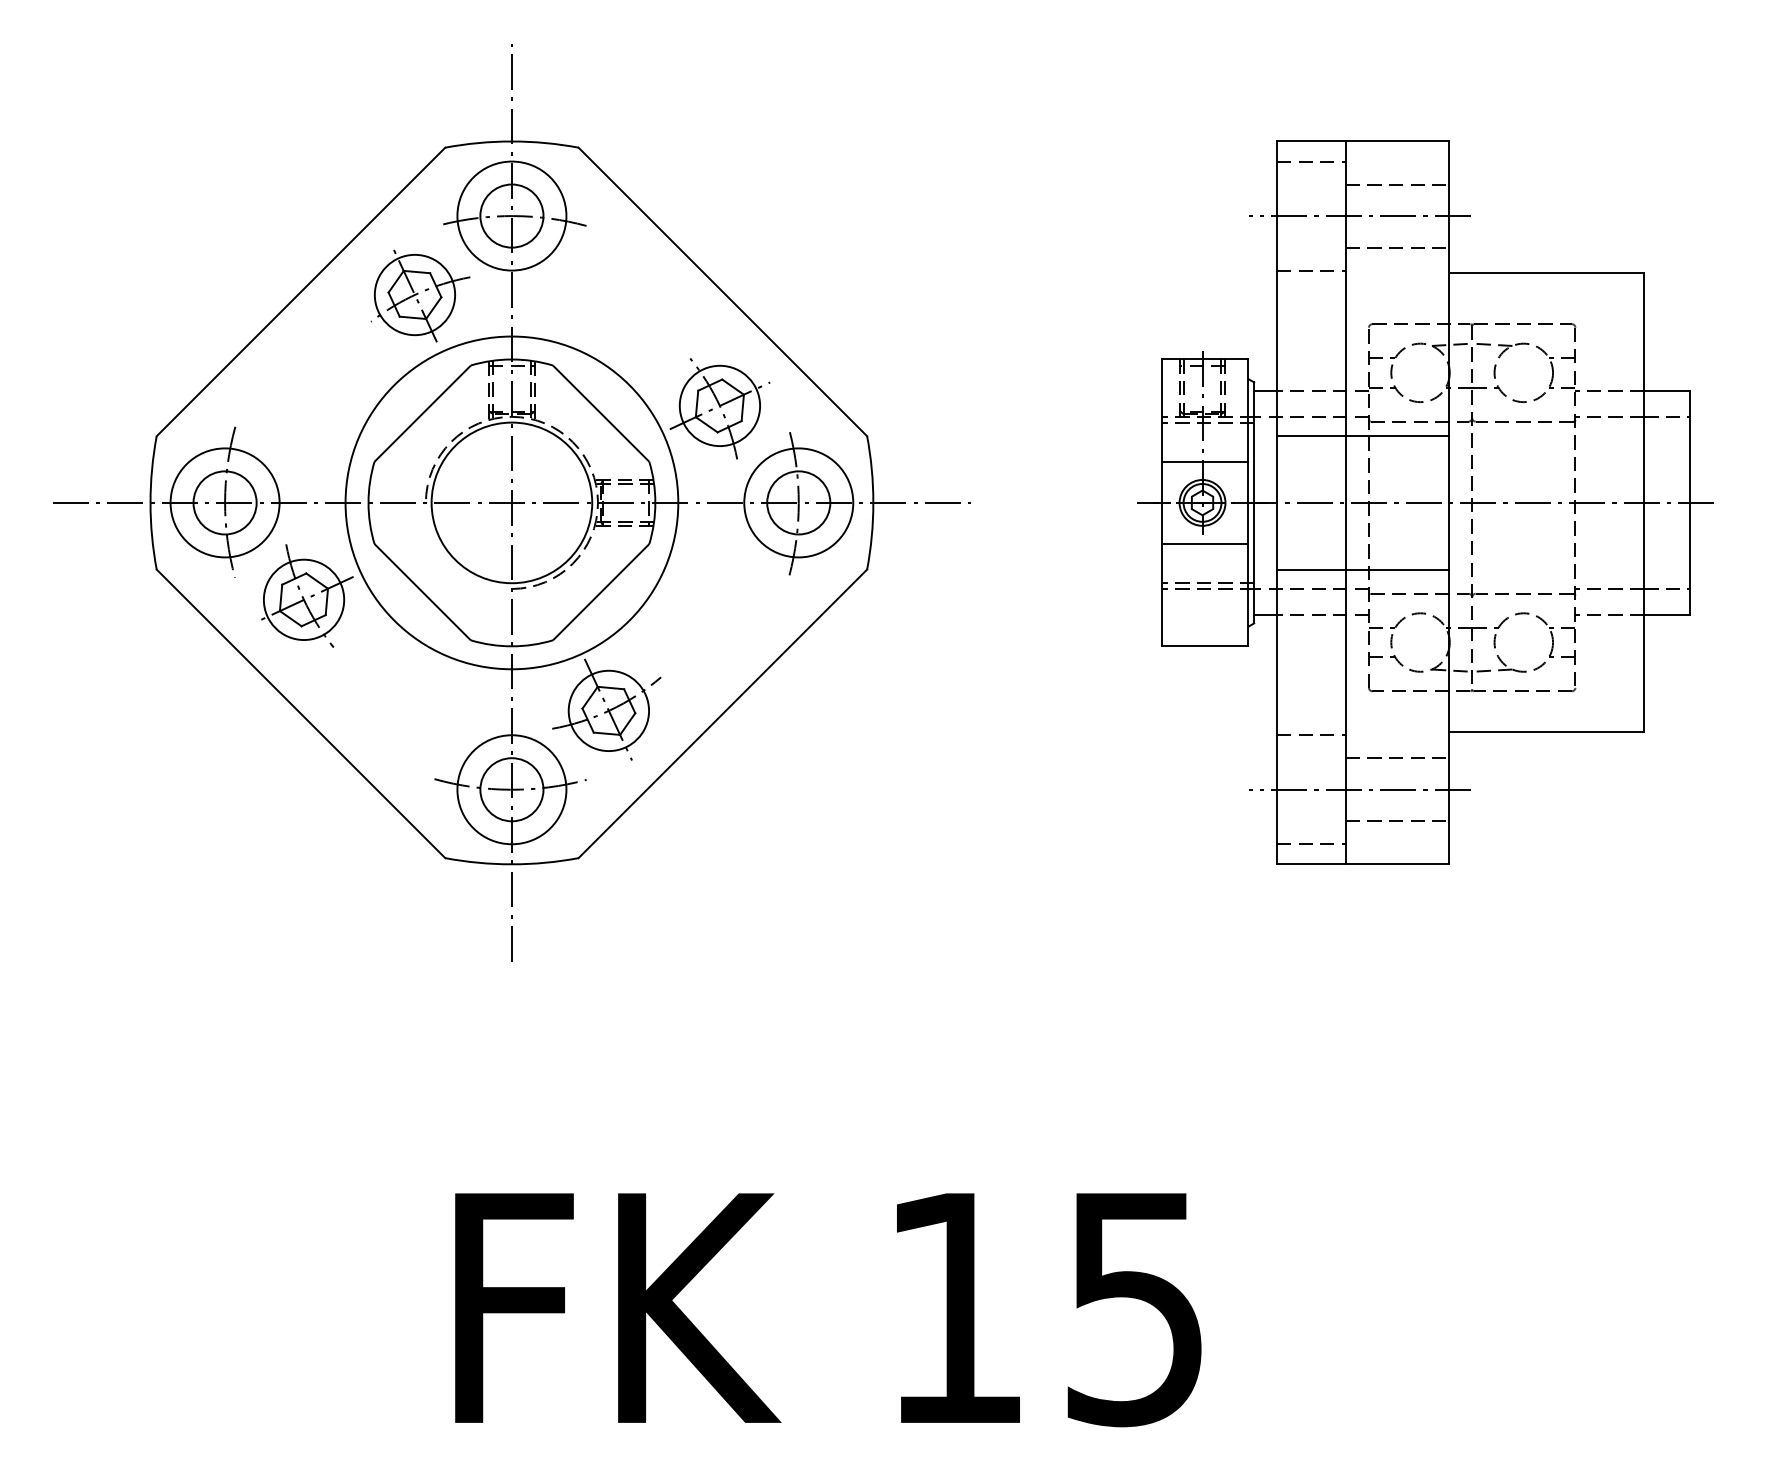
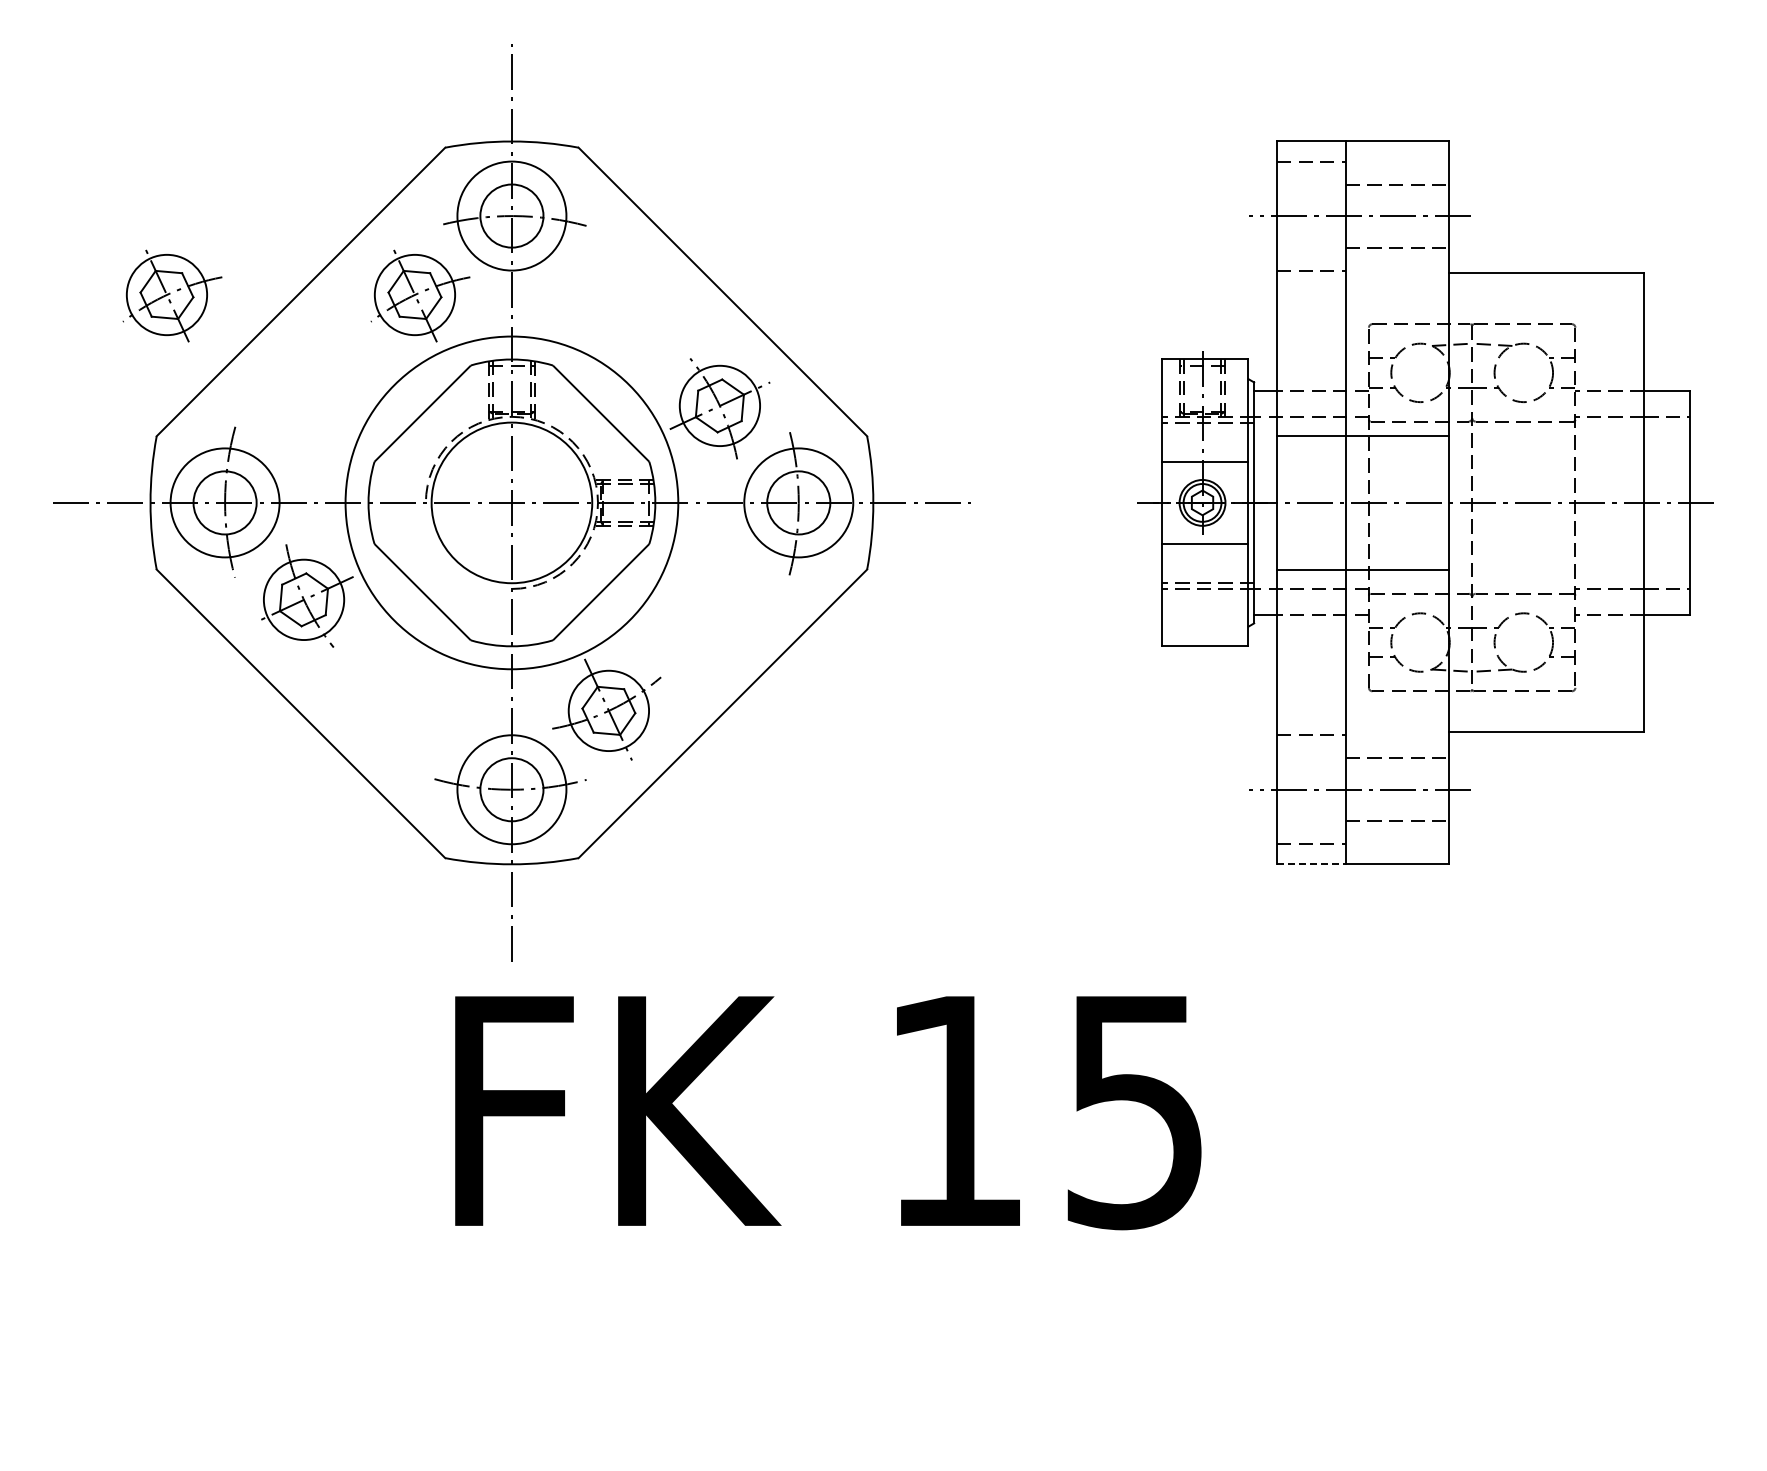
part at (172, 295): none -> present
line at (1312, 864): solid -> dashed
text at (828, 1310) position: (828, 1310) -> (828, 1113)
